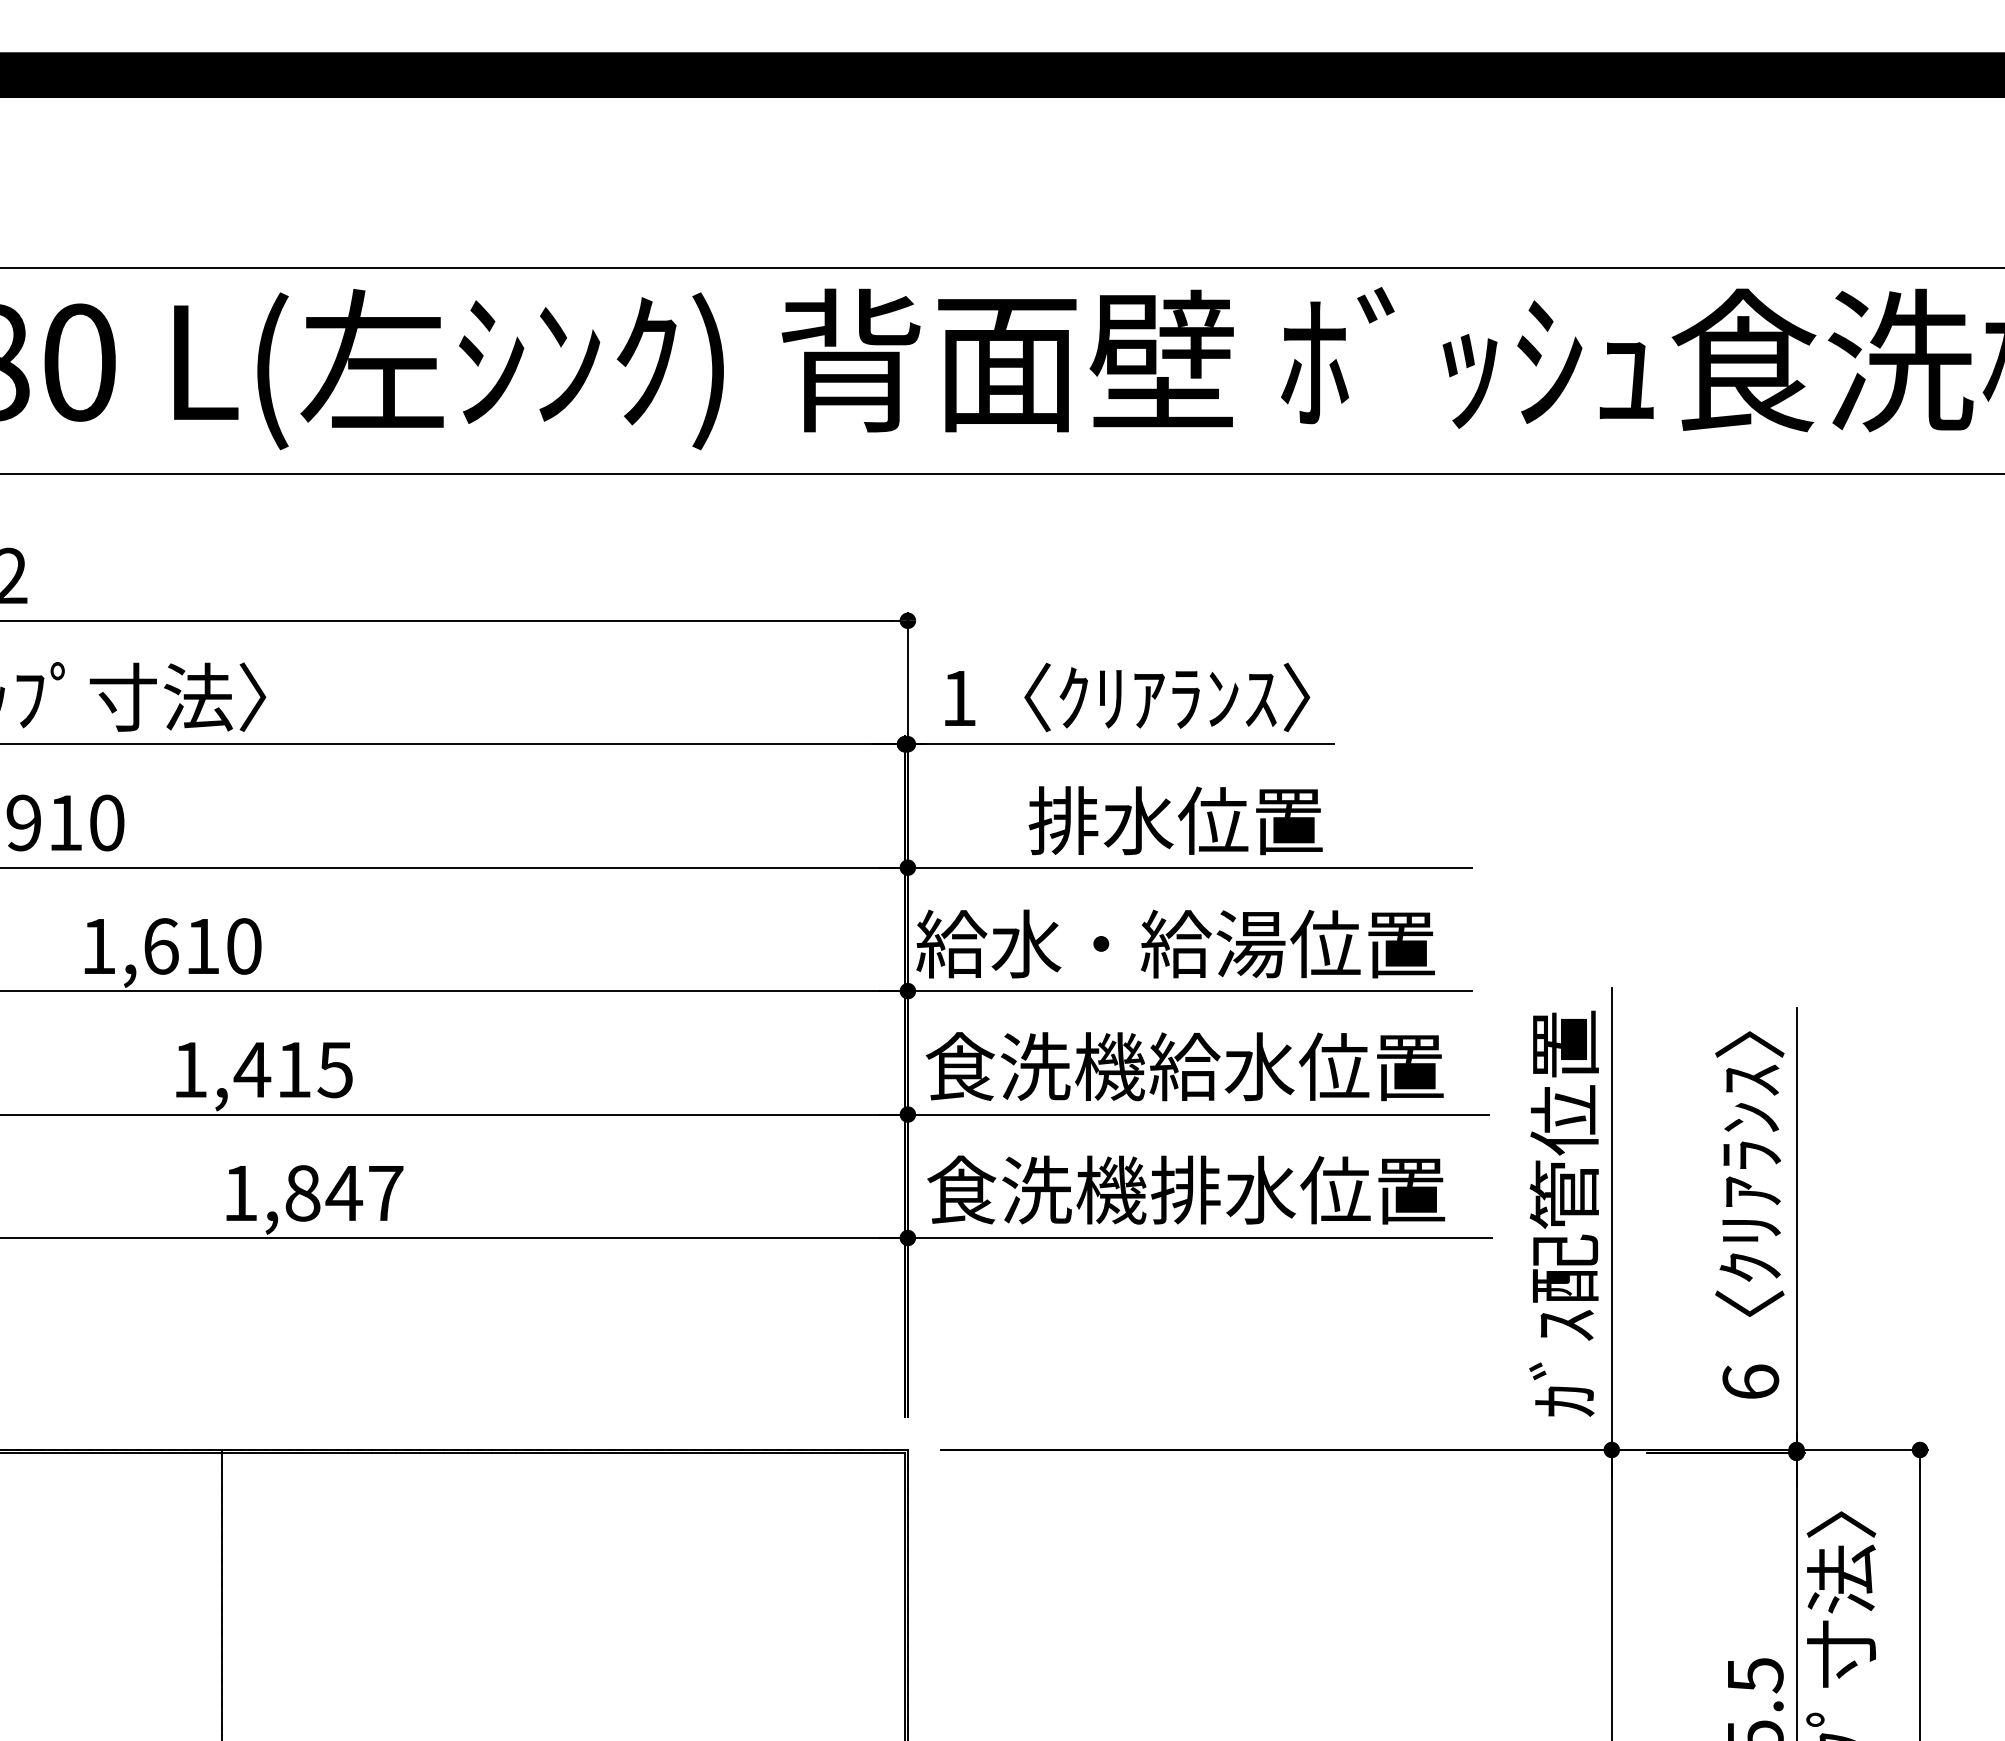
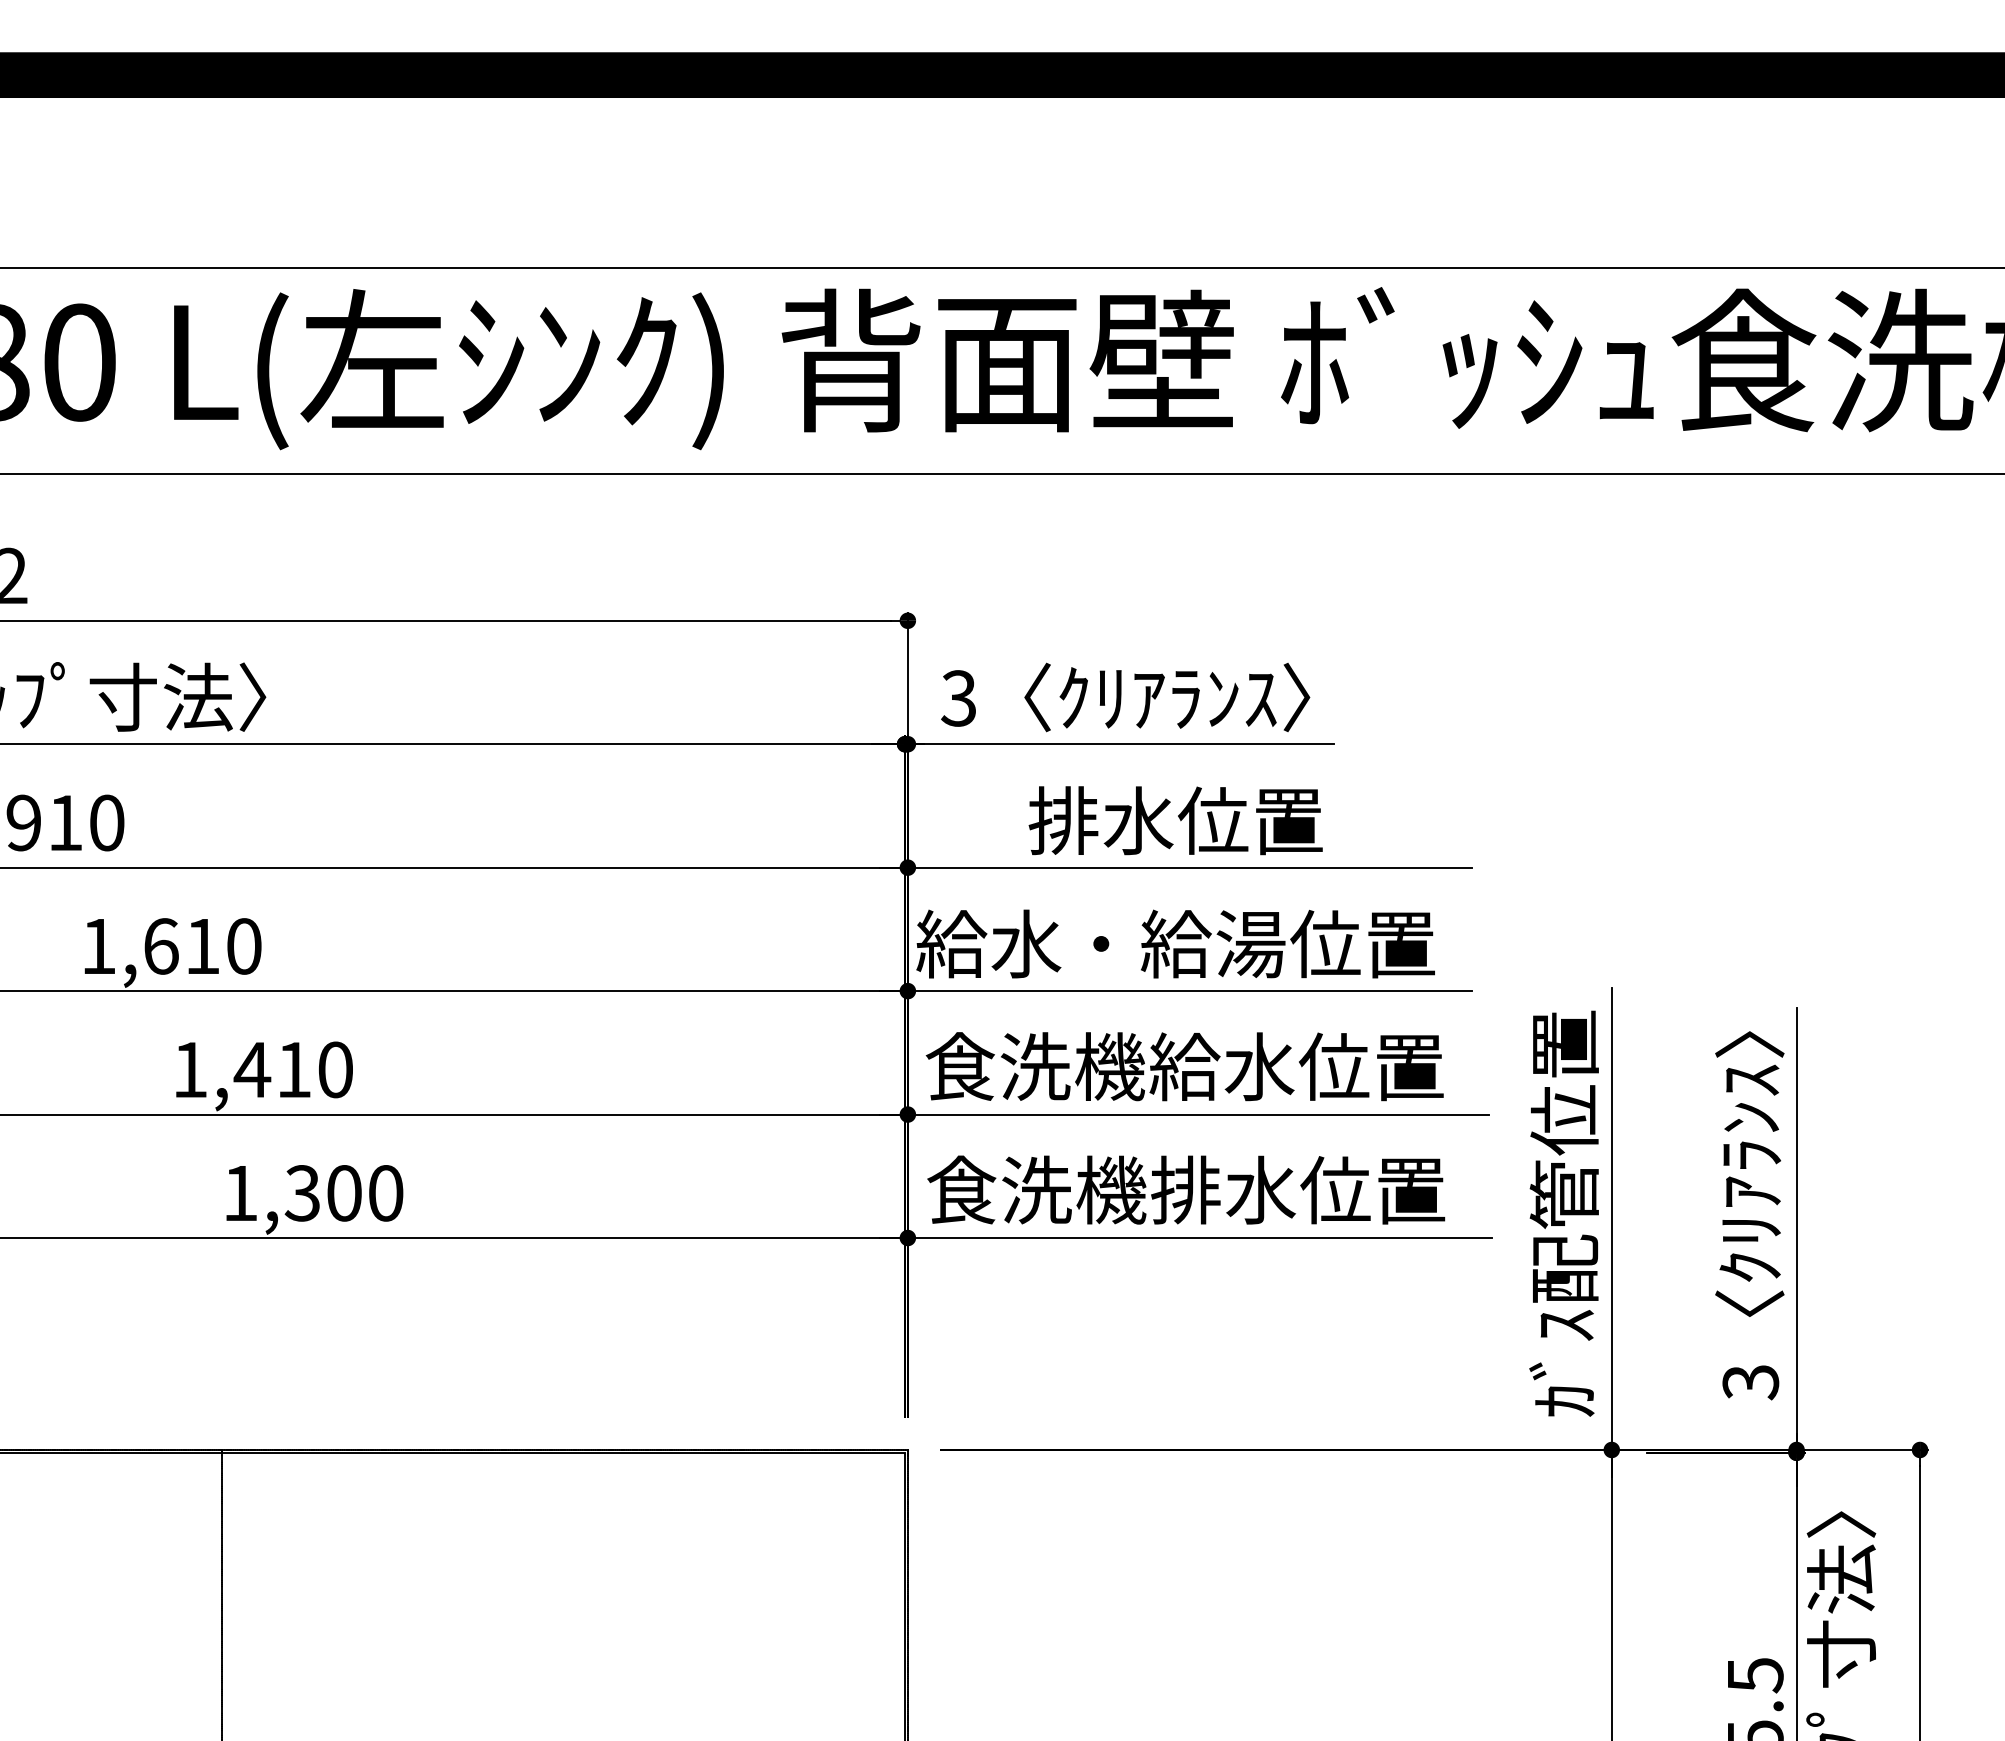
text at (958, 698): 1 -> 3
text at (334, 1069): 1,415 -> 1,410
text at (343, 1193): 1,847 -> 1,300
text at (1750, 1382): 6 -> 3
